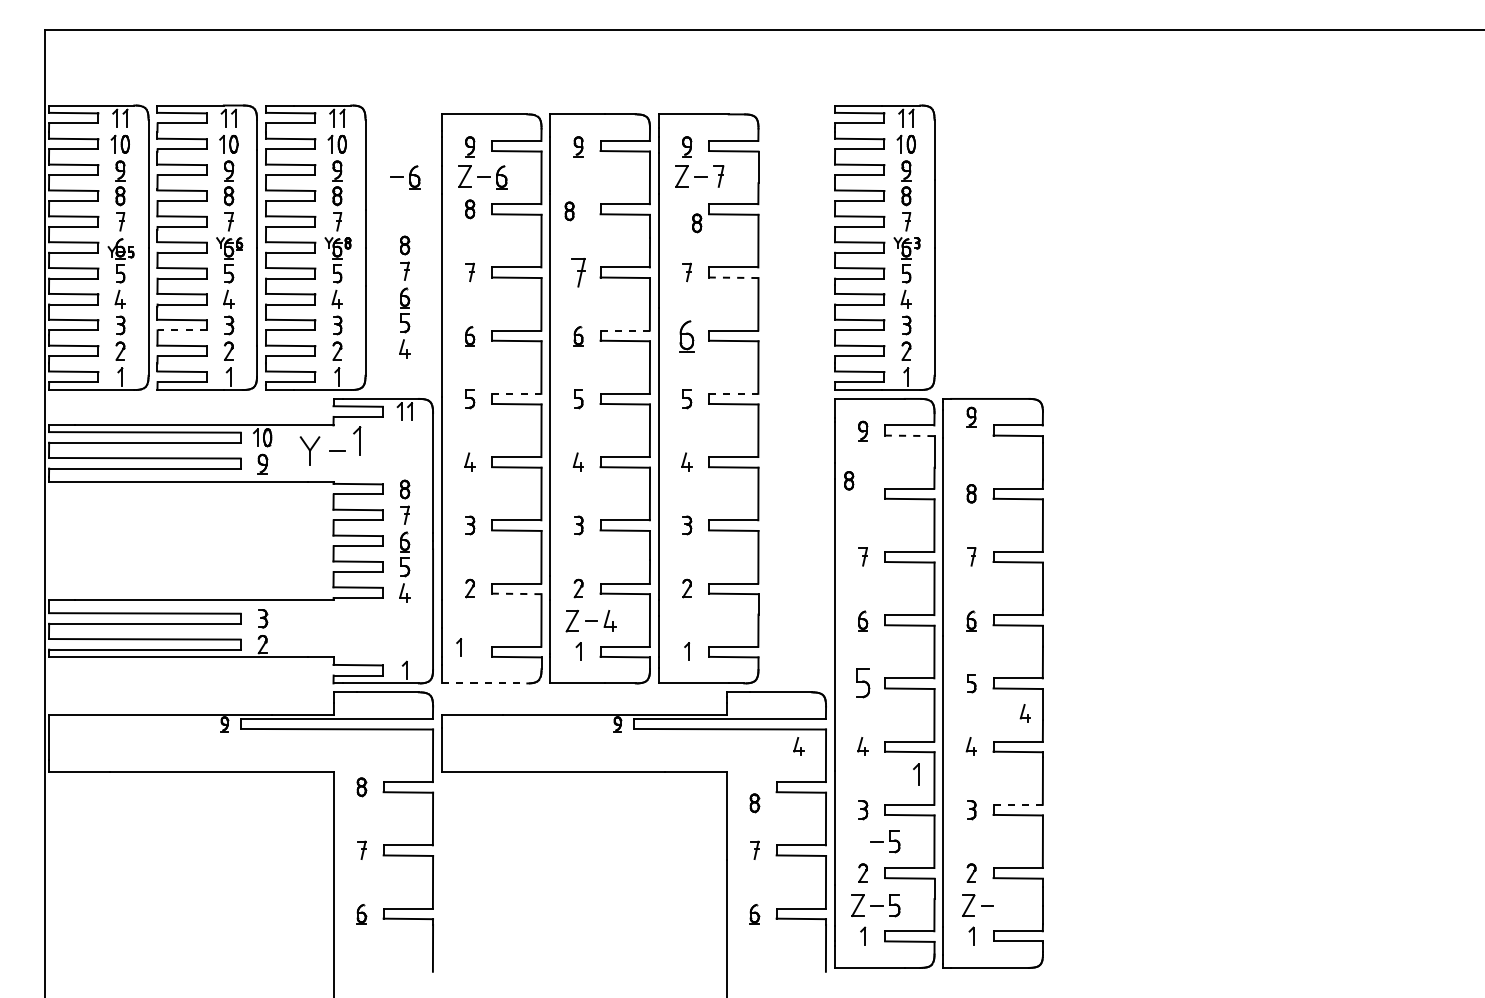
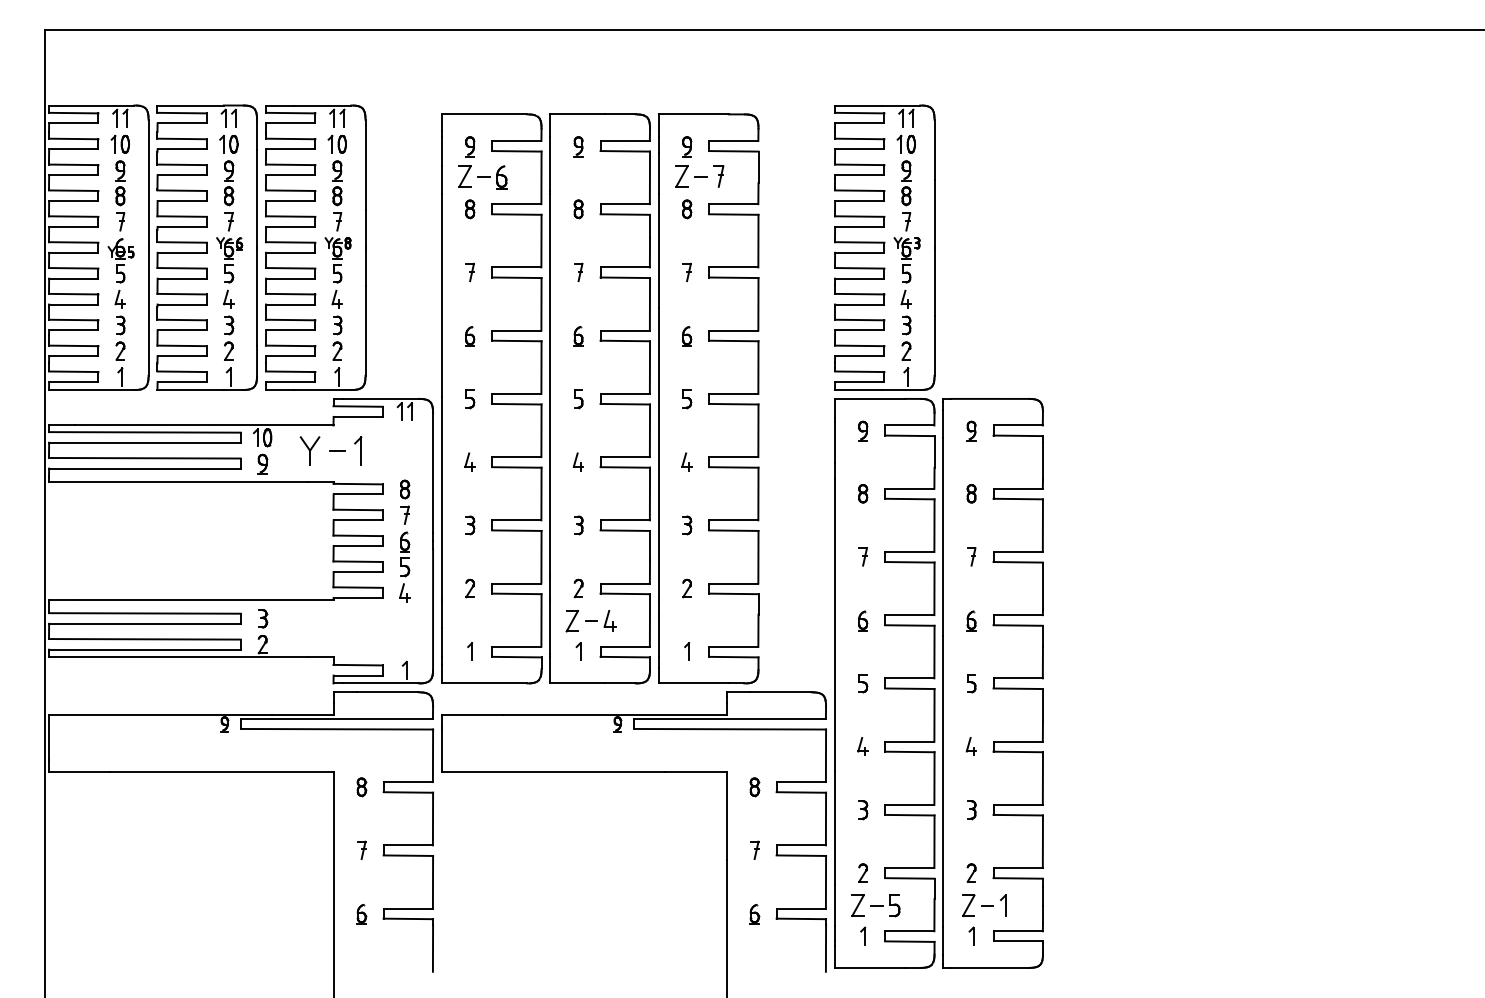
part at (405, 177): present -> none
part at (569, 211) position: (569, 211) -> (578, 209)
part at (697, 223) position: (697, 223) -> (687, 209)
part at (578, 272) size: 15x30 px -> 10x20 px
line at (733, 277): dashed -> solid
part at (404, 296): present -> none
line at (182, 330): dashed -> solid
line at (625, 330): dashed -> solid
part at (686, 336) size: 16x33 px -> 11x21 px
line at (516, 393): dashed -> solid
line at (733, 393): dashed -> solid
part at (971, 416) position: (971, 416) -> (971, 430)
line at (909, 435): dashed -> solid
part at (357, 440) position: (357, 440) -> (358, 450)
part at (849, 480) position: (849, 480) -> (863, 493)
line at (516, 593): dashed -> solid
part at (459, 647) position: (459, 647) -> (470, 651)
line at (484, 683): dashed -> solid
part at (863, 683) size: 15x31 px -> 11x20 px
part at (1024, 713): present -> none
part at (798, 746): present -> none
part at (916, 774) position: (916, 774) -> (1003, 905)
part at (754, 803) position: (754, 803) -> (754, 787)
line at (1018, 804): dashed -> solid
part at (885, 841): present -> none
